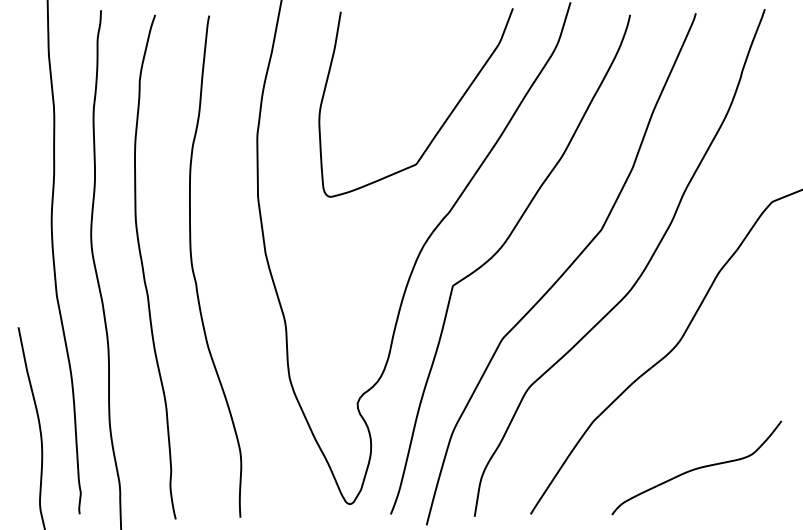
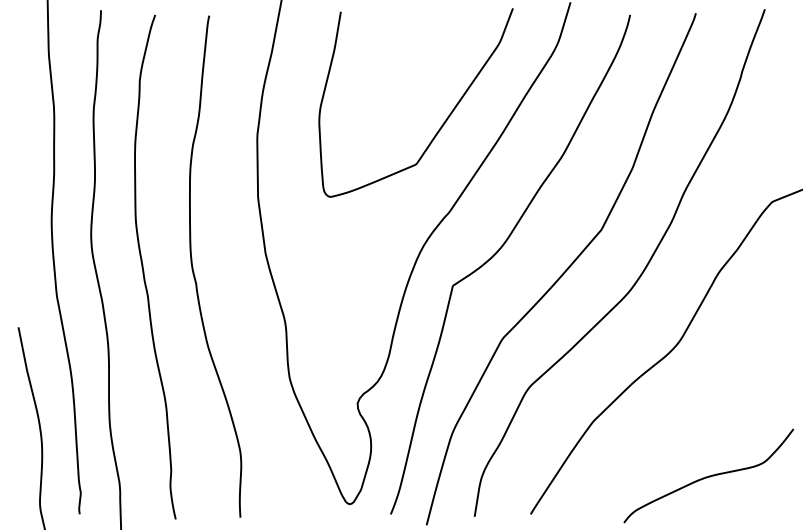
curve at (696, 467) position: (696, 467) -> (708, 475)
